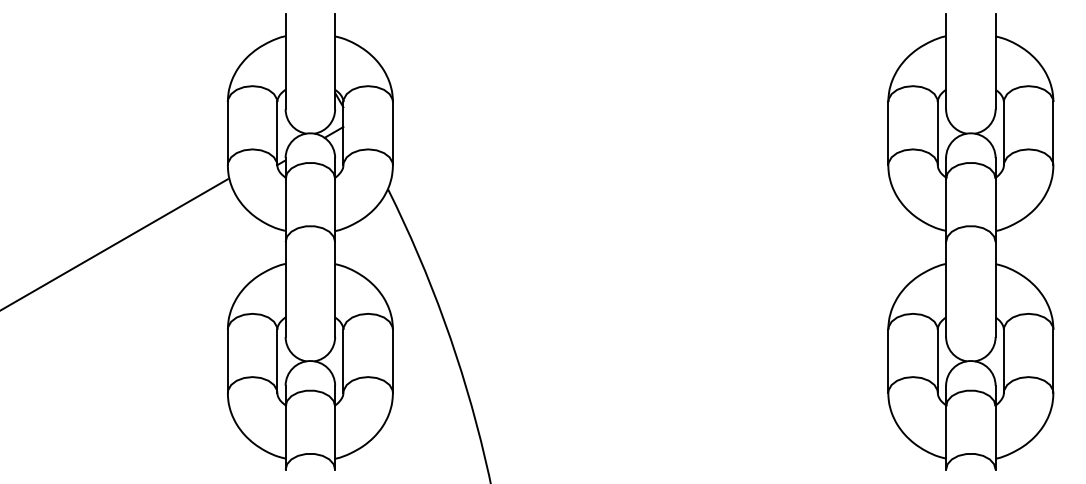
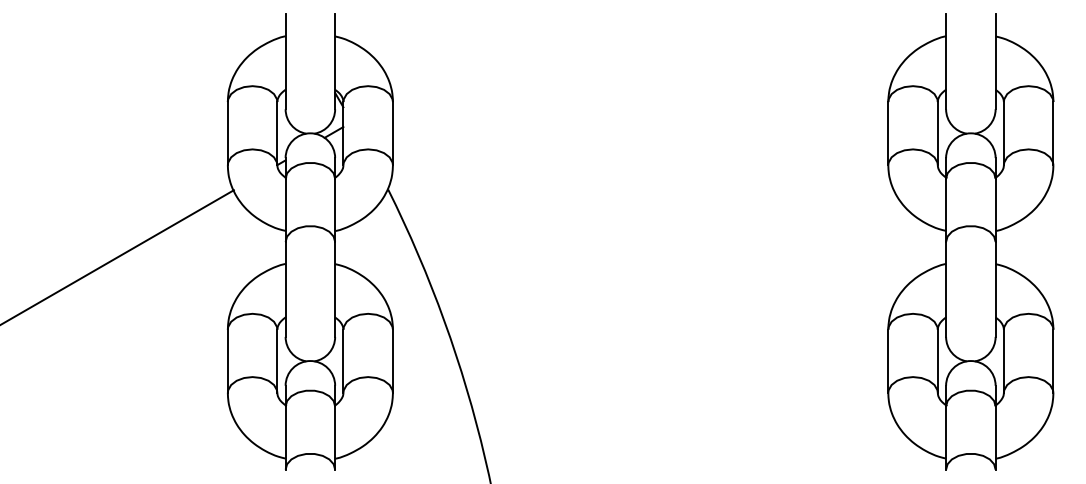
line at (114, 244) position: (114, 244) -> (117, 256)
